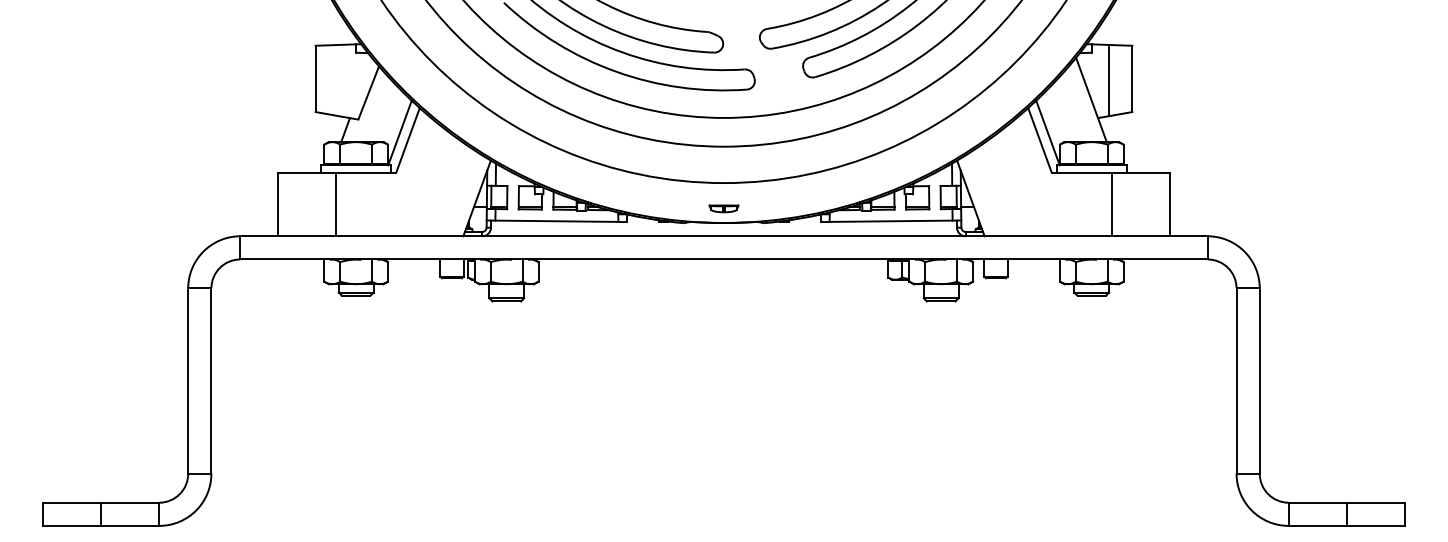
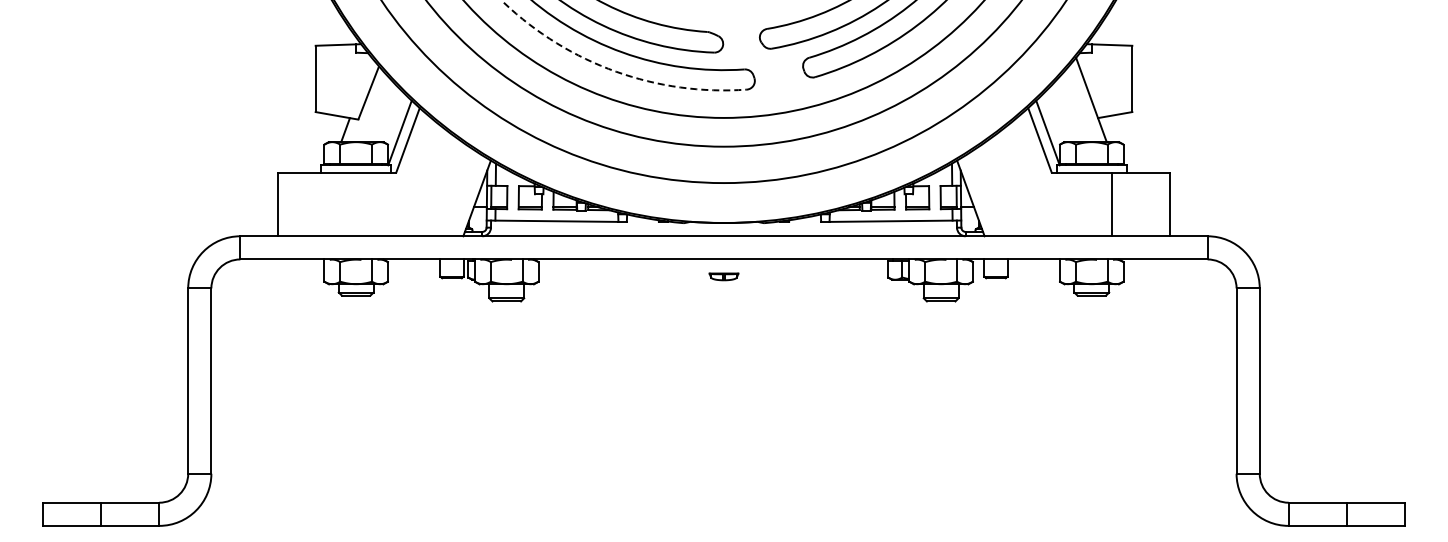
arc at (616, 71): solid -> dashed
line at (1109, 80): present -> none
line at (335, 204): present -> none
part at (723, 208) position: (723, 208) -> (723, 276)
